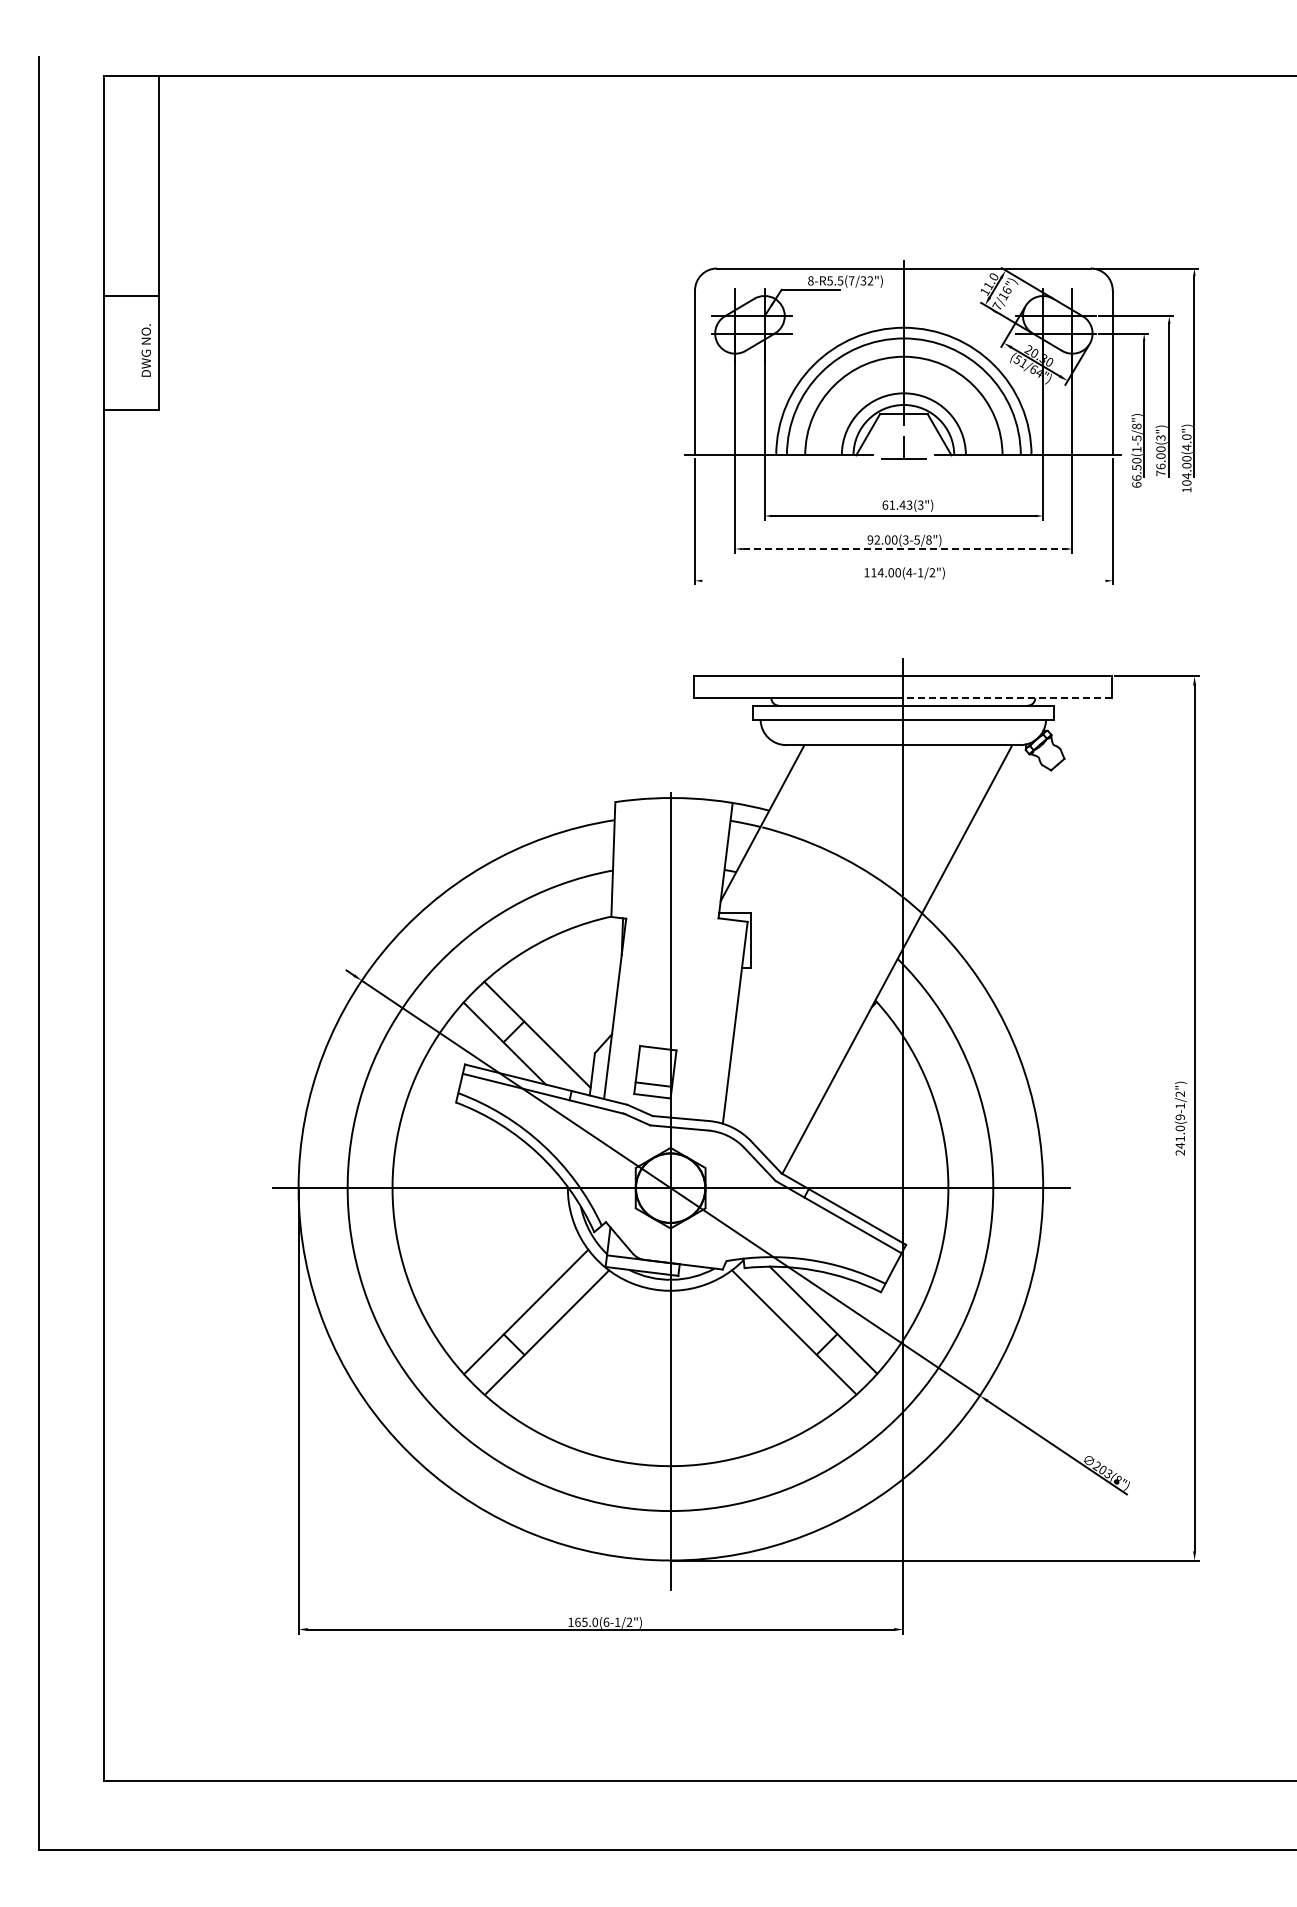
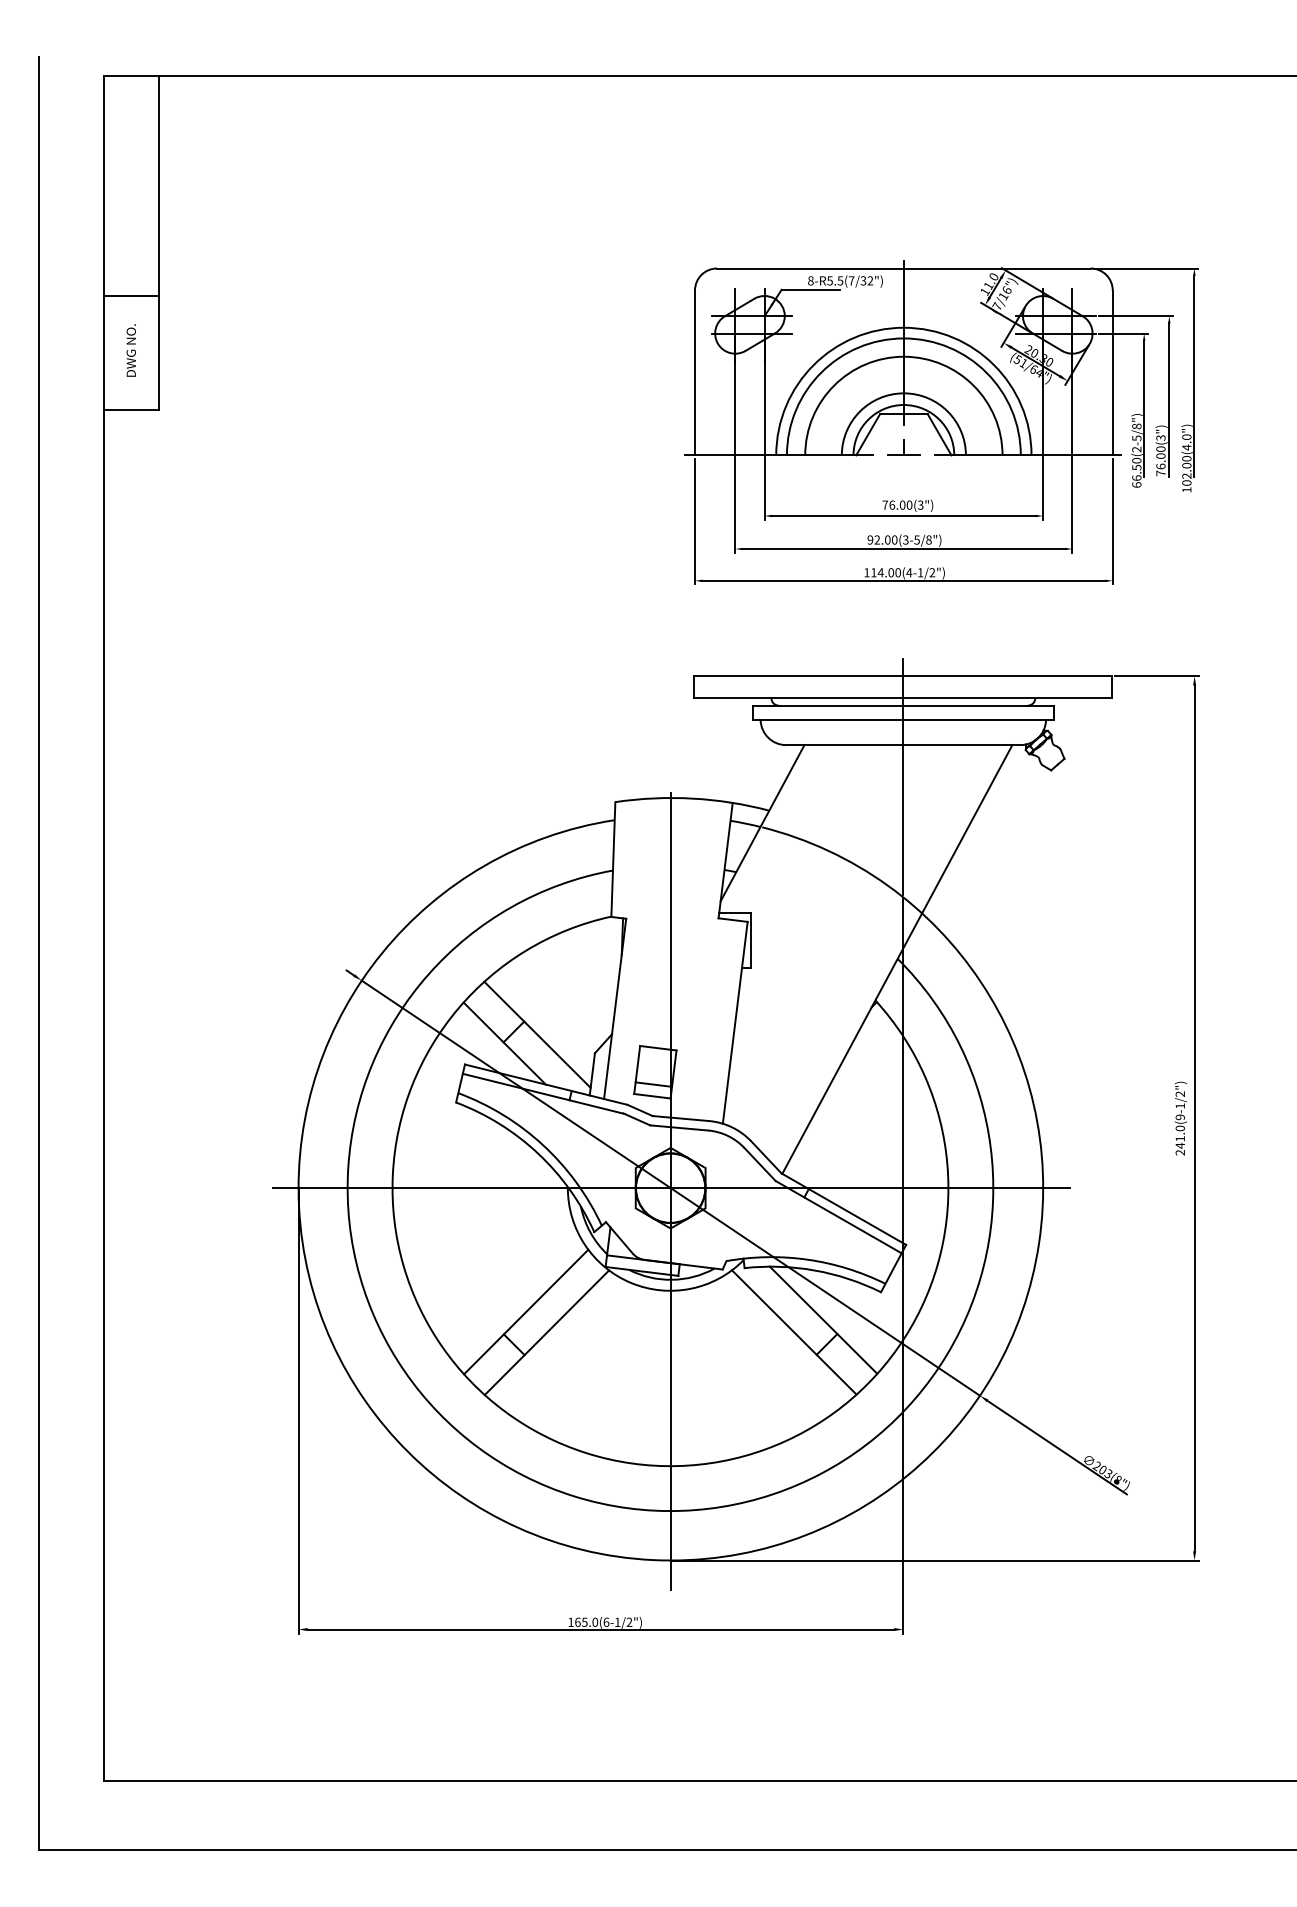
text at (145, 350) position: (145, 350) -> (130, 350)
part at (903, 447) size: 46x24 px -> 34x17 px
text at (1136, 449): 66.50(1-5/8") -> 66.50(2-5/8")
text at (1186, 476): 104.00(4.0") -> 102.00(4.0")
text at (897, 504): 61.43(3") -> 76.00(3")
line at (904, 549): dashed -> solid
line at (903, 580): none -> present
line at (1007, 698): dashed -> solid
